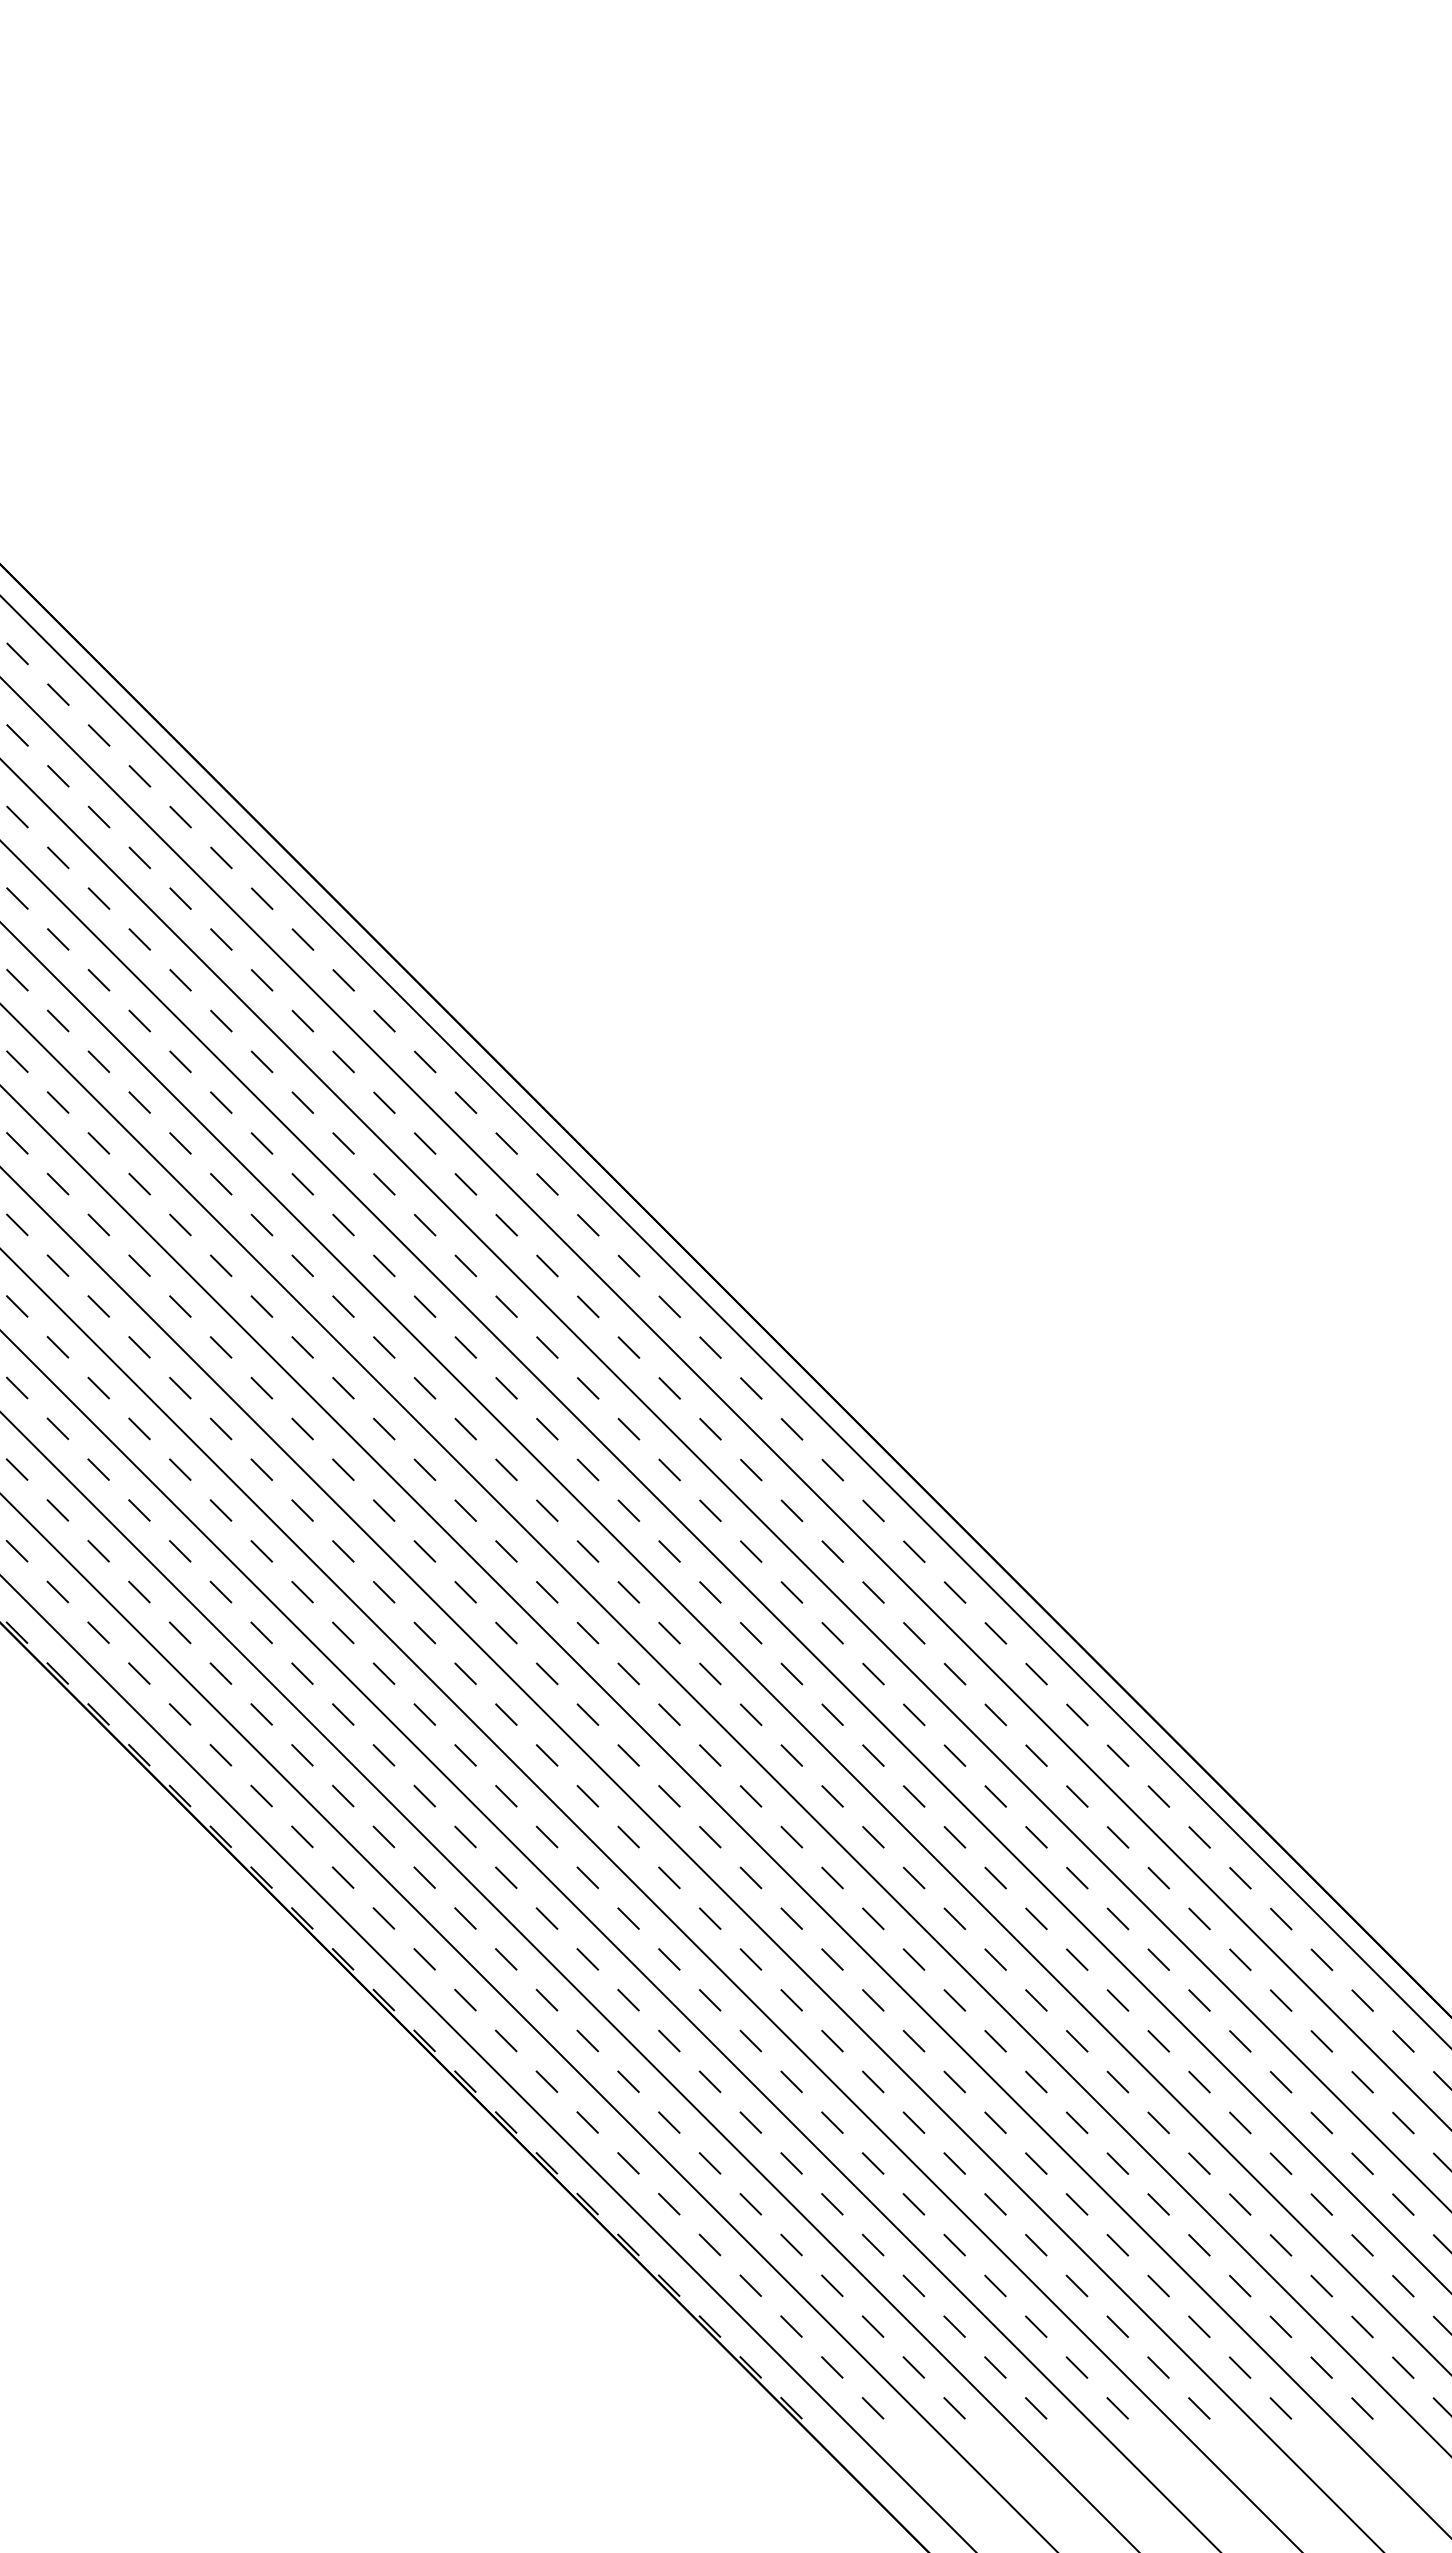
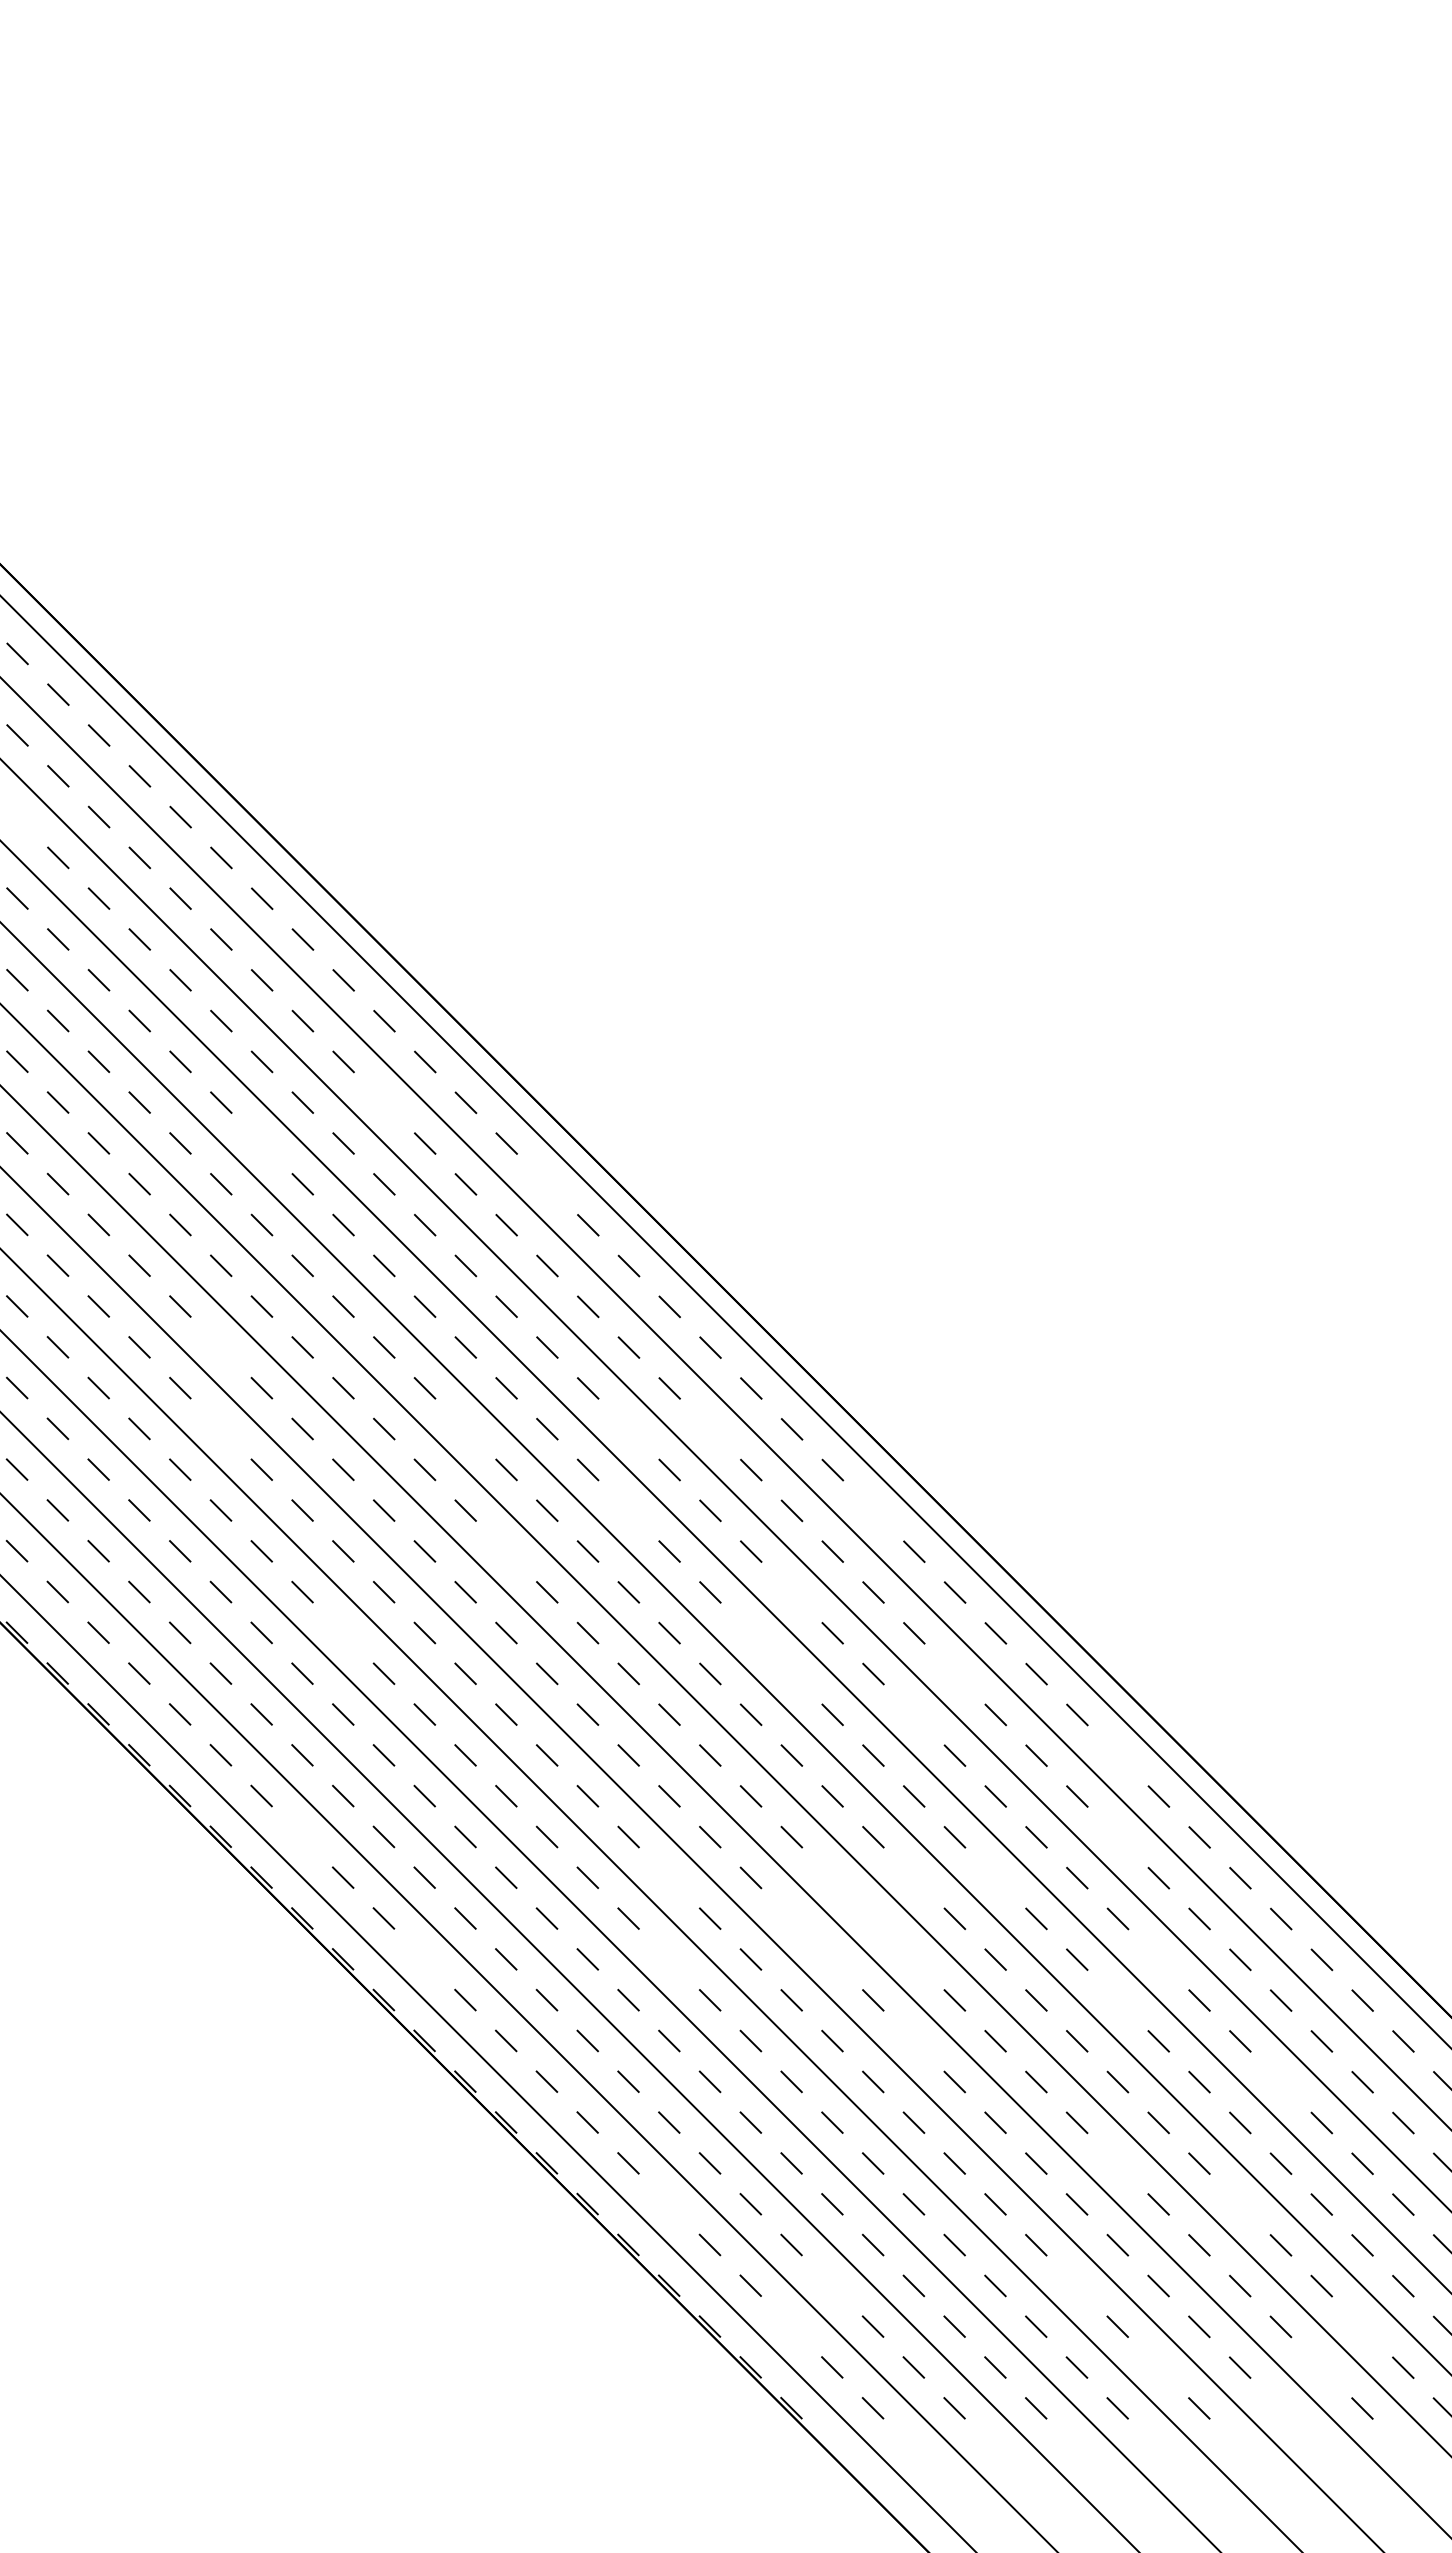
line at (17, 816): present -> none
line at (384, 1102): present -> none
line at (261, 1143): present -> none
line at (547, 1184): present -> none
line at (220, 1347): present -> none
line at (220, 1428): present -> none
line at (465, 1428): present -> none
line at (628, 1429): present -> none
line at (710, 1429): present -> none
line at (628, 1510): present -> none
line at (873, 1510): present -> none
line at (506, 1551): present -> none
line at (791, 1592): present -> none
line at (343, 1632): present -> none
line at (750, 1633): present -> none
line at (791, 1673): present -> none
line at (954, 1673): present -> none
line at (914, 1714): present -> none
line at (1117, 1755): present -> none
line at (302, 1836): present -> none
line at (1117, 1837): present -> none
line at (669, 1877): present -> none
line at (832, 1877): present -> none
line at (913, 1877): present -> none
line at (995, 1877): present -> none
line at (791, 1918): present -> none
line at (873, 1918): present -> none
line at (424, 1959): present -> none
line at (669, 1959): present -> none
line at (832, 1959): present -> none
line at (913, 1959): present -> none
line at (1158, 1959): present -> none
line at (1117, 2000): present -> none
line at (913, 2040): present -> none
line at (1280, 2081): present -> none
line at (1117, 2163): present -> none
line at (669, 2203): present -> none
line at (1240, 2204): present -> none
line at (832, 2285): present -> none
line at (1076, 2285): present -> none
line at (791, 2326): present -> none
line at (1362, 2326): present -> none
line at (1158, 2367): present -> none
line at (1321, 2367): present -> none
line at (1280, 2408): present -> none
